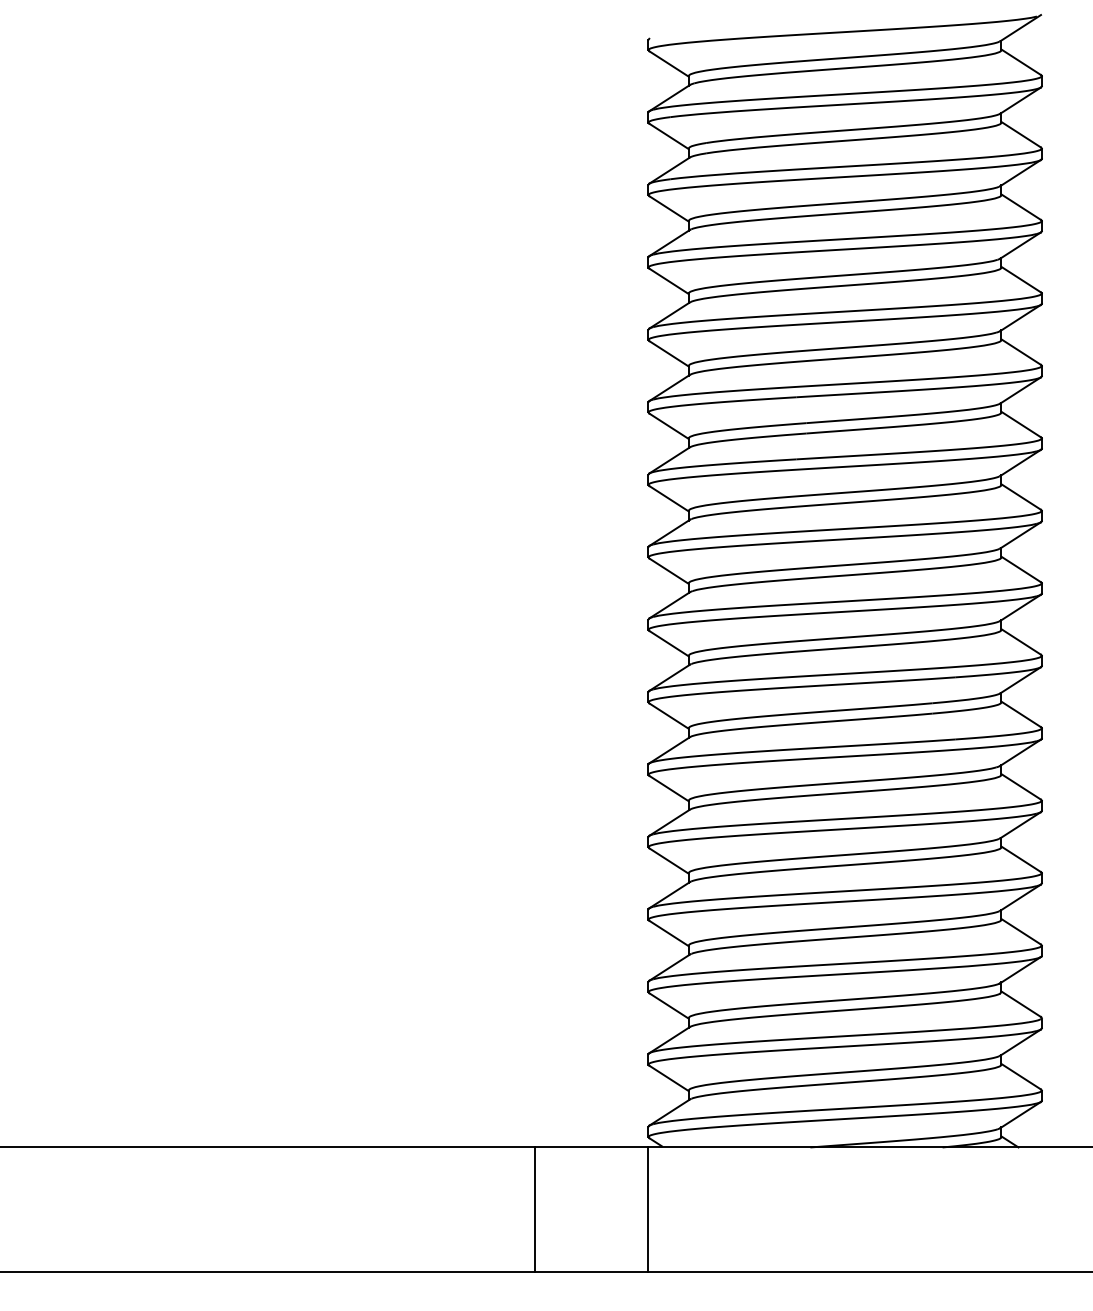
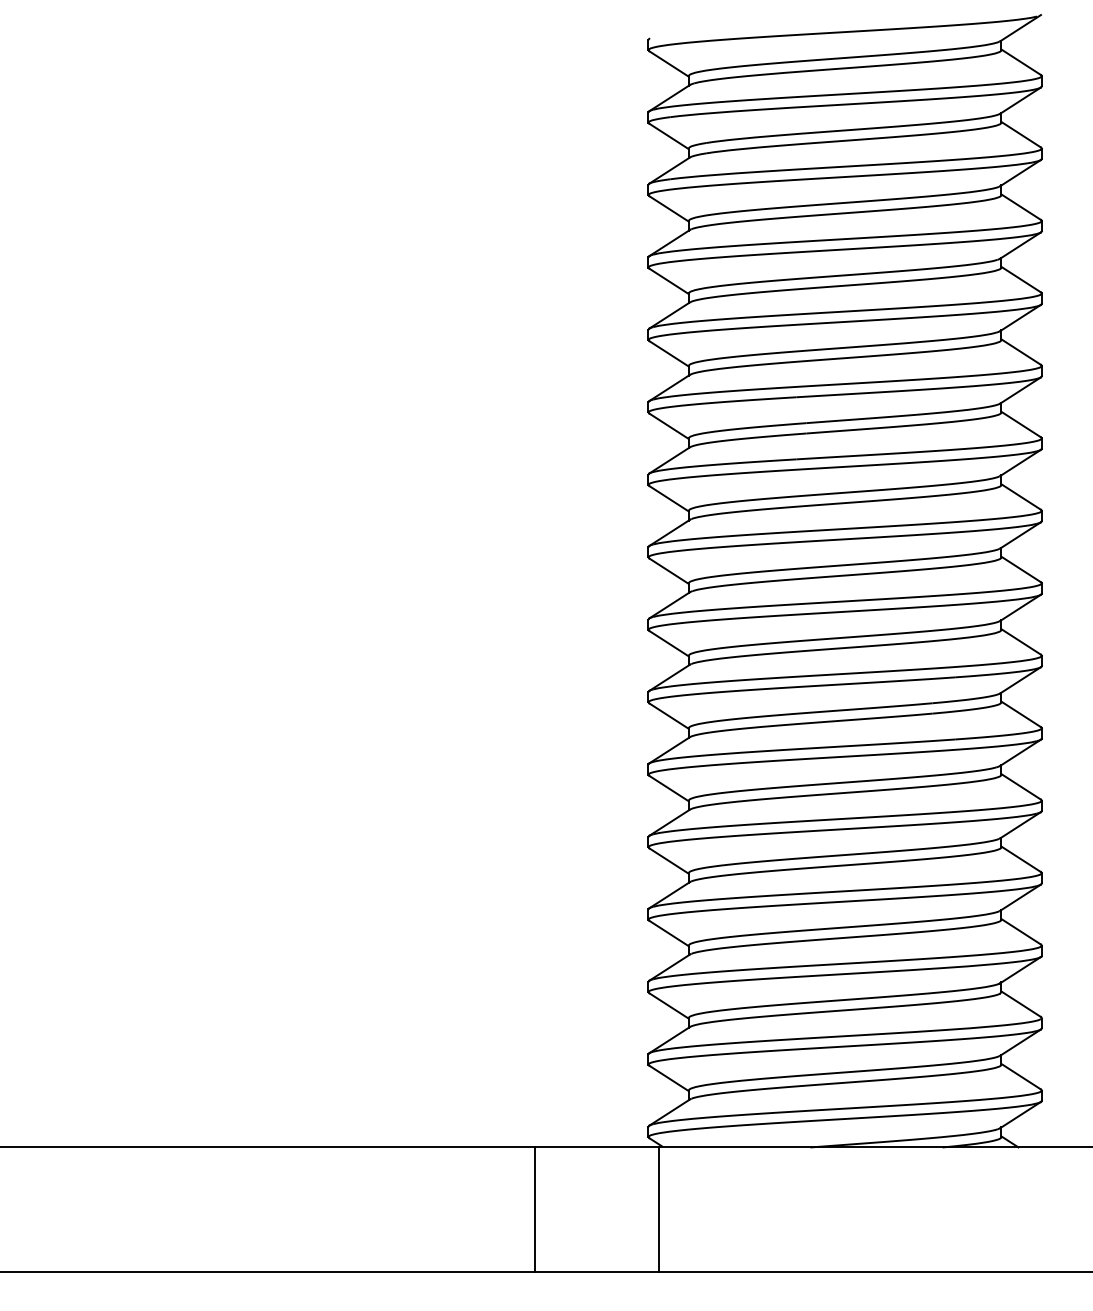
line at (647, 1209) position: (647, 1209) -> (658, 1209)
